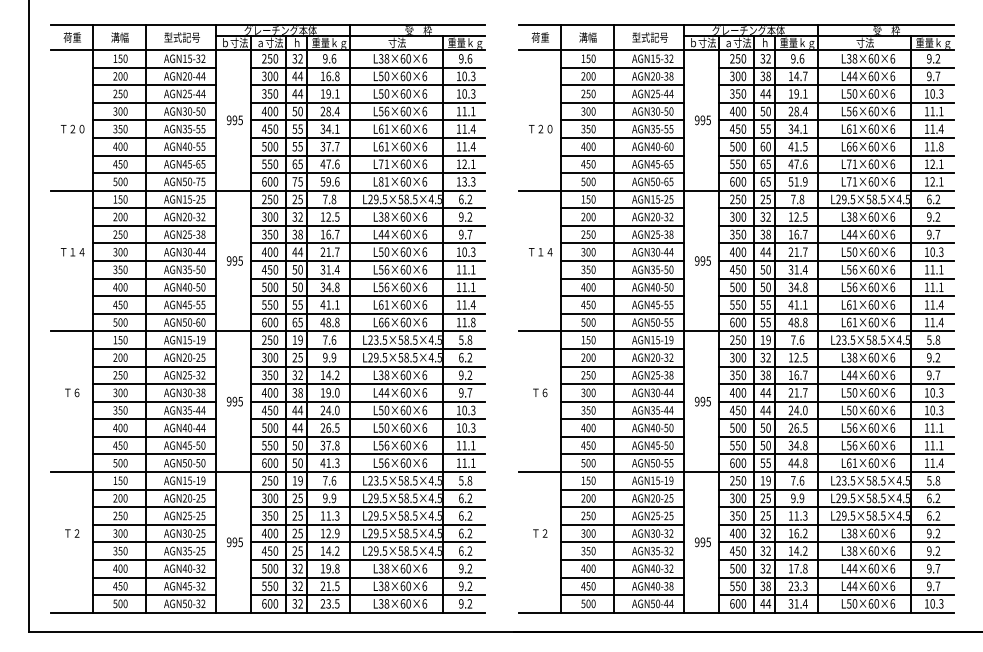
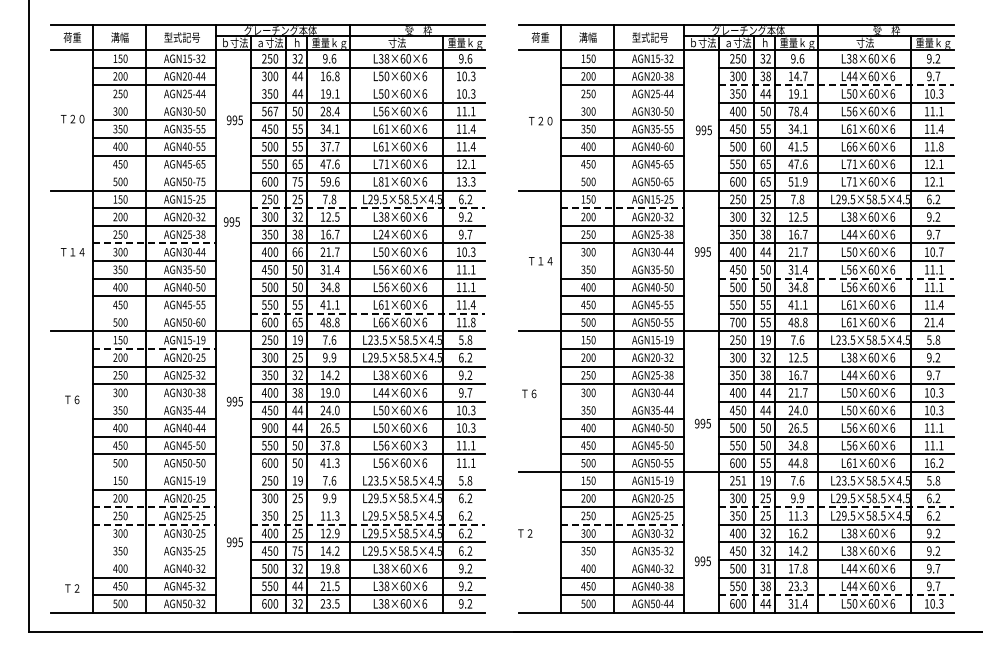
line at (368, 85): present -> none
line at (836, 85): solid -> dashed
line at (153, 102): present -> none
line at (621, 102): present -> none
text at (269, 111): 400 -> 567
text at (790, 111): 28.4 -> 78.4
text at (702, 120) position: (702, 120) -> (703, 130)
text at (72, 128) position: (72, 128) -> (72, 118)
text at (540, 128) position: (540, 128) -> (540, 120)
line at (153, 173): present -> none
line at (621, 173): present -> none
line at (368, 208): solid -> dashed
line at (622, 208): solid -> dashed
text at (380, 234): L44×60×6 -> L24×60×6
line at (154, 243): solid -> dashed
text at (297, 251): 44 -> 66
text at (941, 251): 10.3 -> 10.7
text at (540, 252) position: (540, 252) -> (540, 261)
text at (234, 260) position: (234, 260) -> (231, 221)
text at (702, 260) position: (702, 260) -> (702, 251)
line at (621, 261): present -> none
line at (836, 278): solid -> dashed
line at (153, 313): present -> none
line at (368, 313): solid -> dashed
text at (732, 322): 600 -> 700
text at (926, 322): 11.4 -> 21.4
line at (154, 348): solid -> dashed
text at (72, 392) position: (72, 392) -> (72, 399)
text at (540, 392) position: (540, 392) -> (529, 393)
line at (153, 401): present -> none
line at (621, 401): present -> none
text at (702, 401) position: (702, 401) -> (702, 423)
text at (264, 427): 500 -> 900
text at (424, 445): L56×60×6 -> L56×60×3
text at (936, 462): 11.4 -> 16.2
line at (267, 472): present -> none
text at (743, 480): 250 -> 251
line at (154, 507): solid -> dashed
line at (368, 507): present -> none
line at (836, 507): solid -> dashed
line at (154, 524): solid -> dashed
line at (368, 524): solid -> dashed
line at (622, 524): solid -> dashed
text at (72, 533) position: (72, 533) -> (72, 588)
text at (540, 533) position: (540, 533) -> (525, 533)
line at (153, 542): present -> none
text at (702, 542) position: (702, 542) -> (702, 561)
text at (294, 550): 25 -> 75
line at (153, 559): present -> none
line at (621, 559): present -> none
text at (768, 568): 32 -> 31
text at (297, 586): 32 -> 44
line at (836, 595): solid -> dashed
